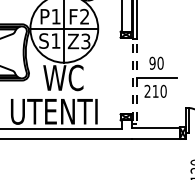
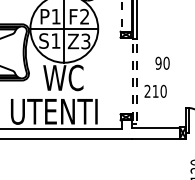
line at (121, 15): solid -> dashed
text at (156, 62) position: (156, 62) -> (162, 62)
line at (156, 77): present -> none
